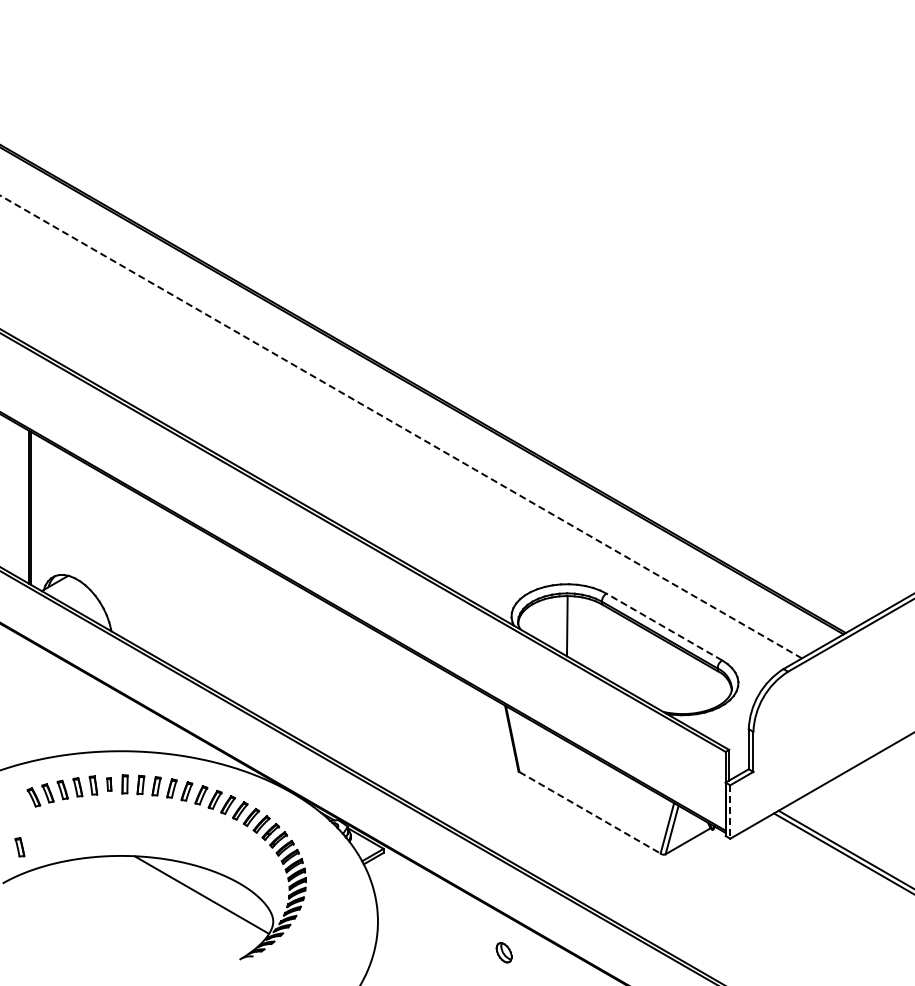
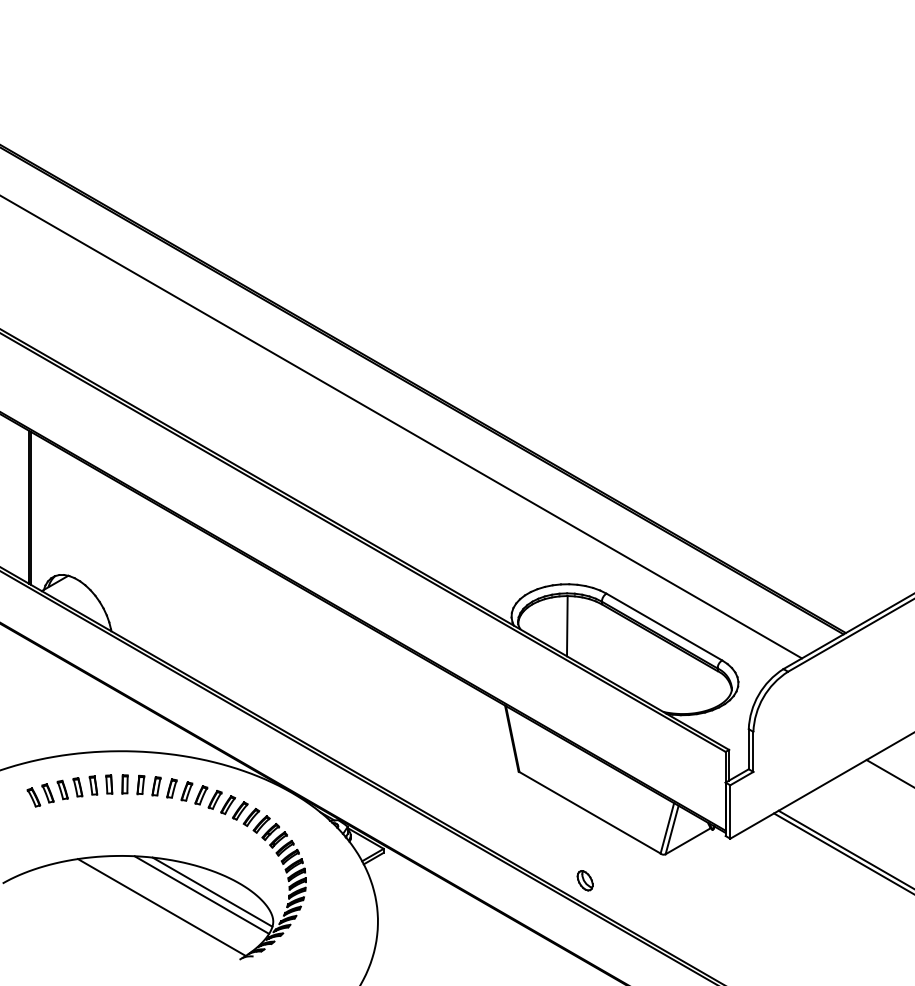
line at (401, 426): dashed -> solid
line at (664, 627): dashed -> solid
line at (888, 773): none -> present
part at (109, 784) size: 7x15 px -> 9x21 px
line at (730, 812): dashed -> solid
line at (590, 813): dashed -> solid
part at (19, 847): present -> none
line at (212, 891): none -> present
line at (161, 907): none -> present
part at (503, 952) position: (503, 952) -> (584, 880)
